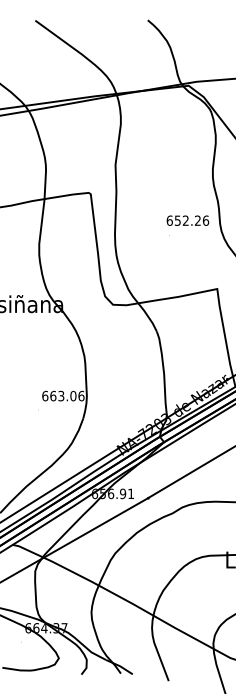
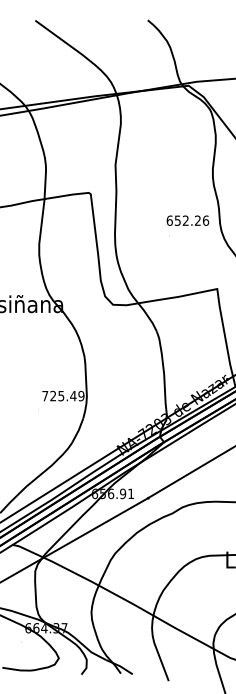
text at (63, 395): 663.06 -> 725.49
